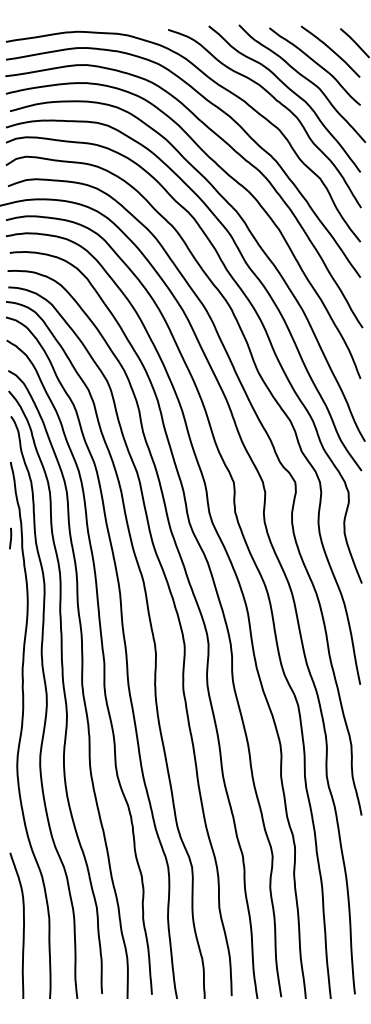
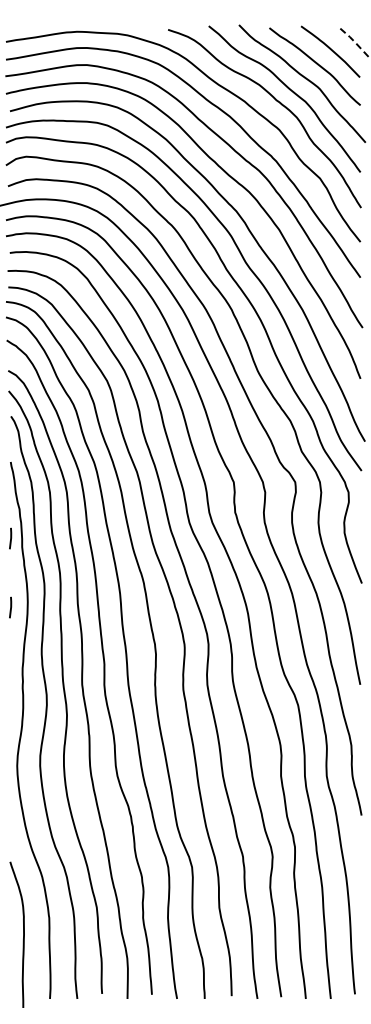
line at (354, 42): solid -> dashed
line at (10, 607): none -> present
curve at (23, 925) position: (23, 925) -> (23, 934)
